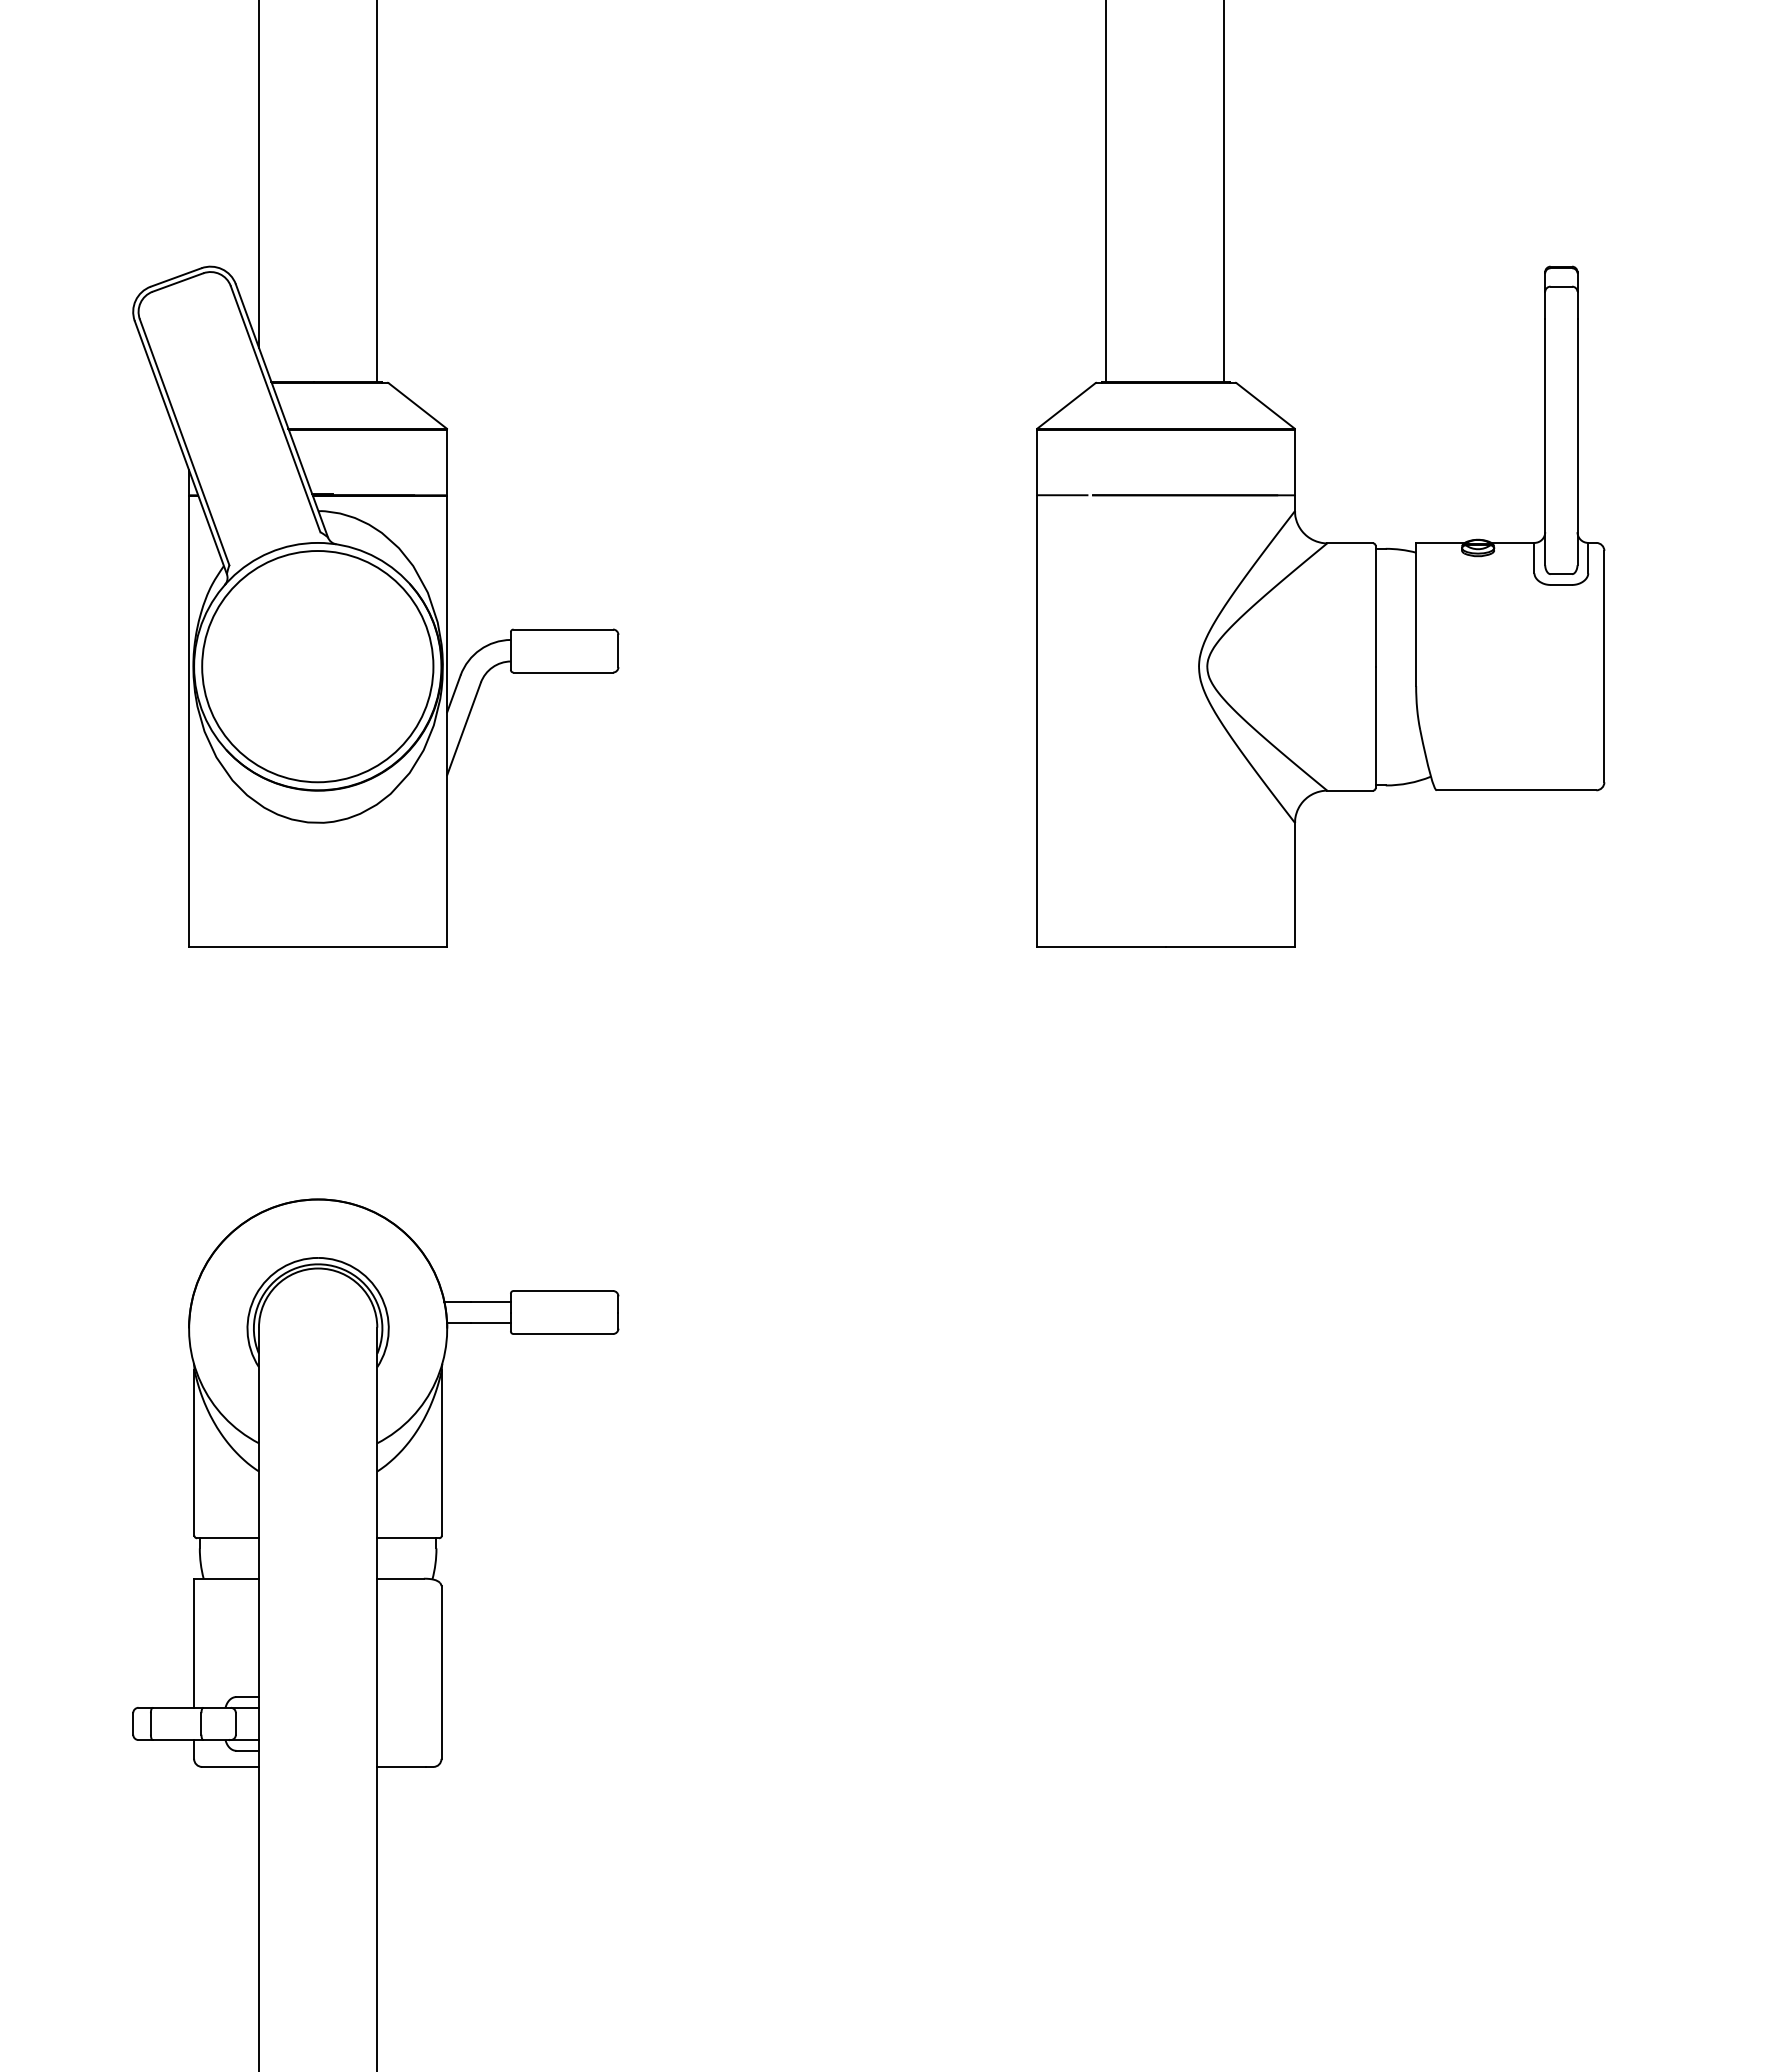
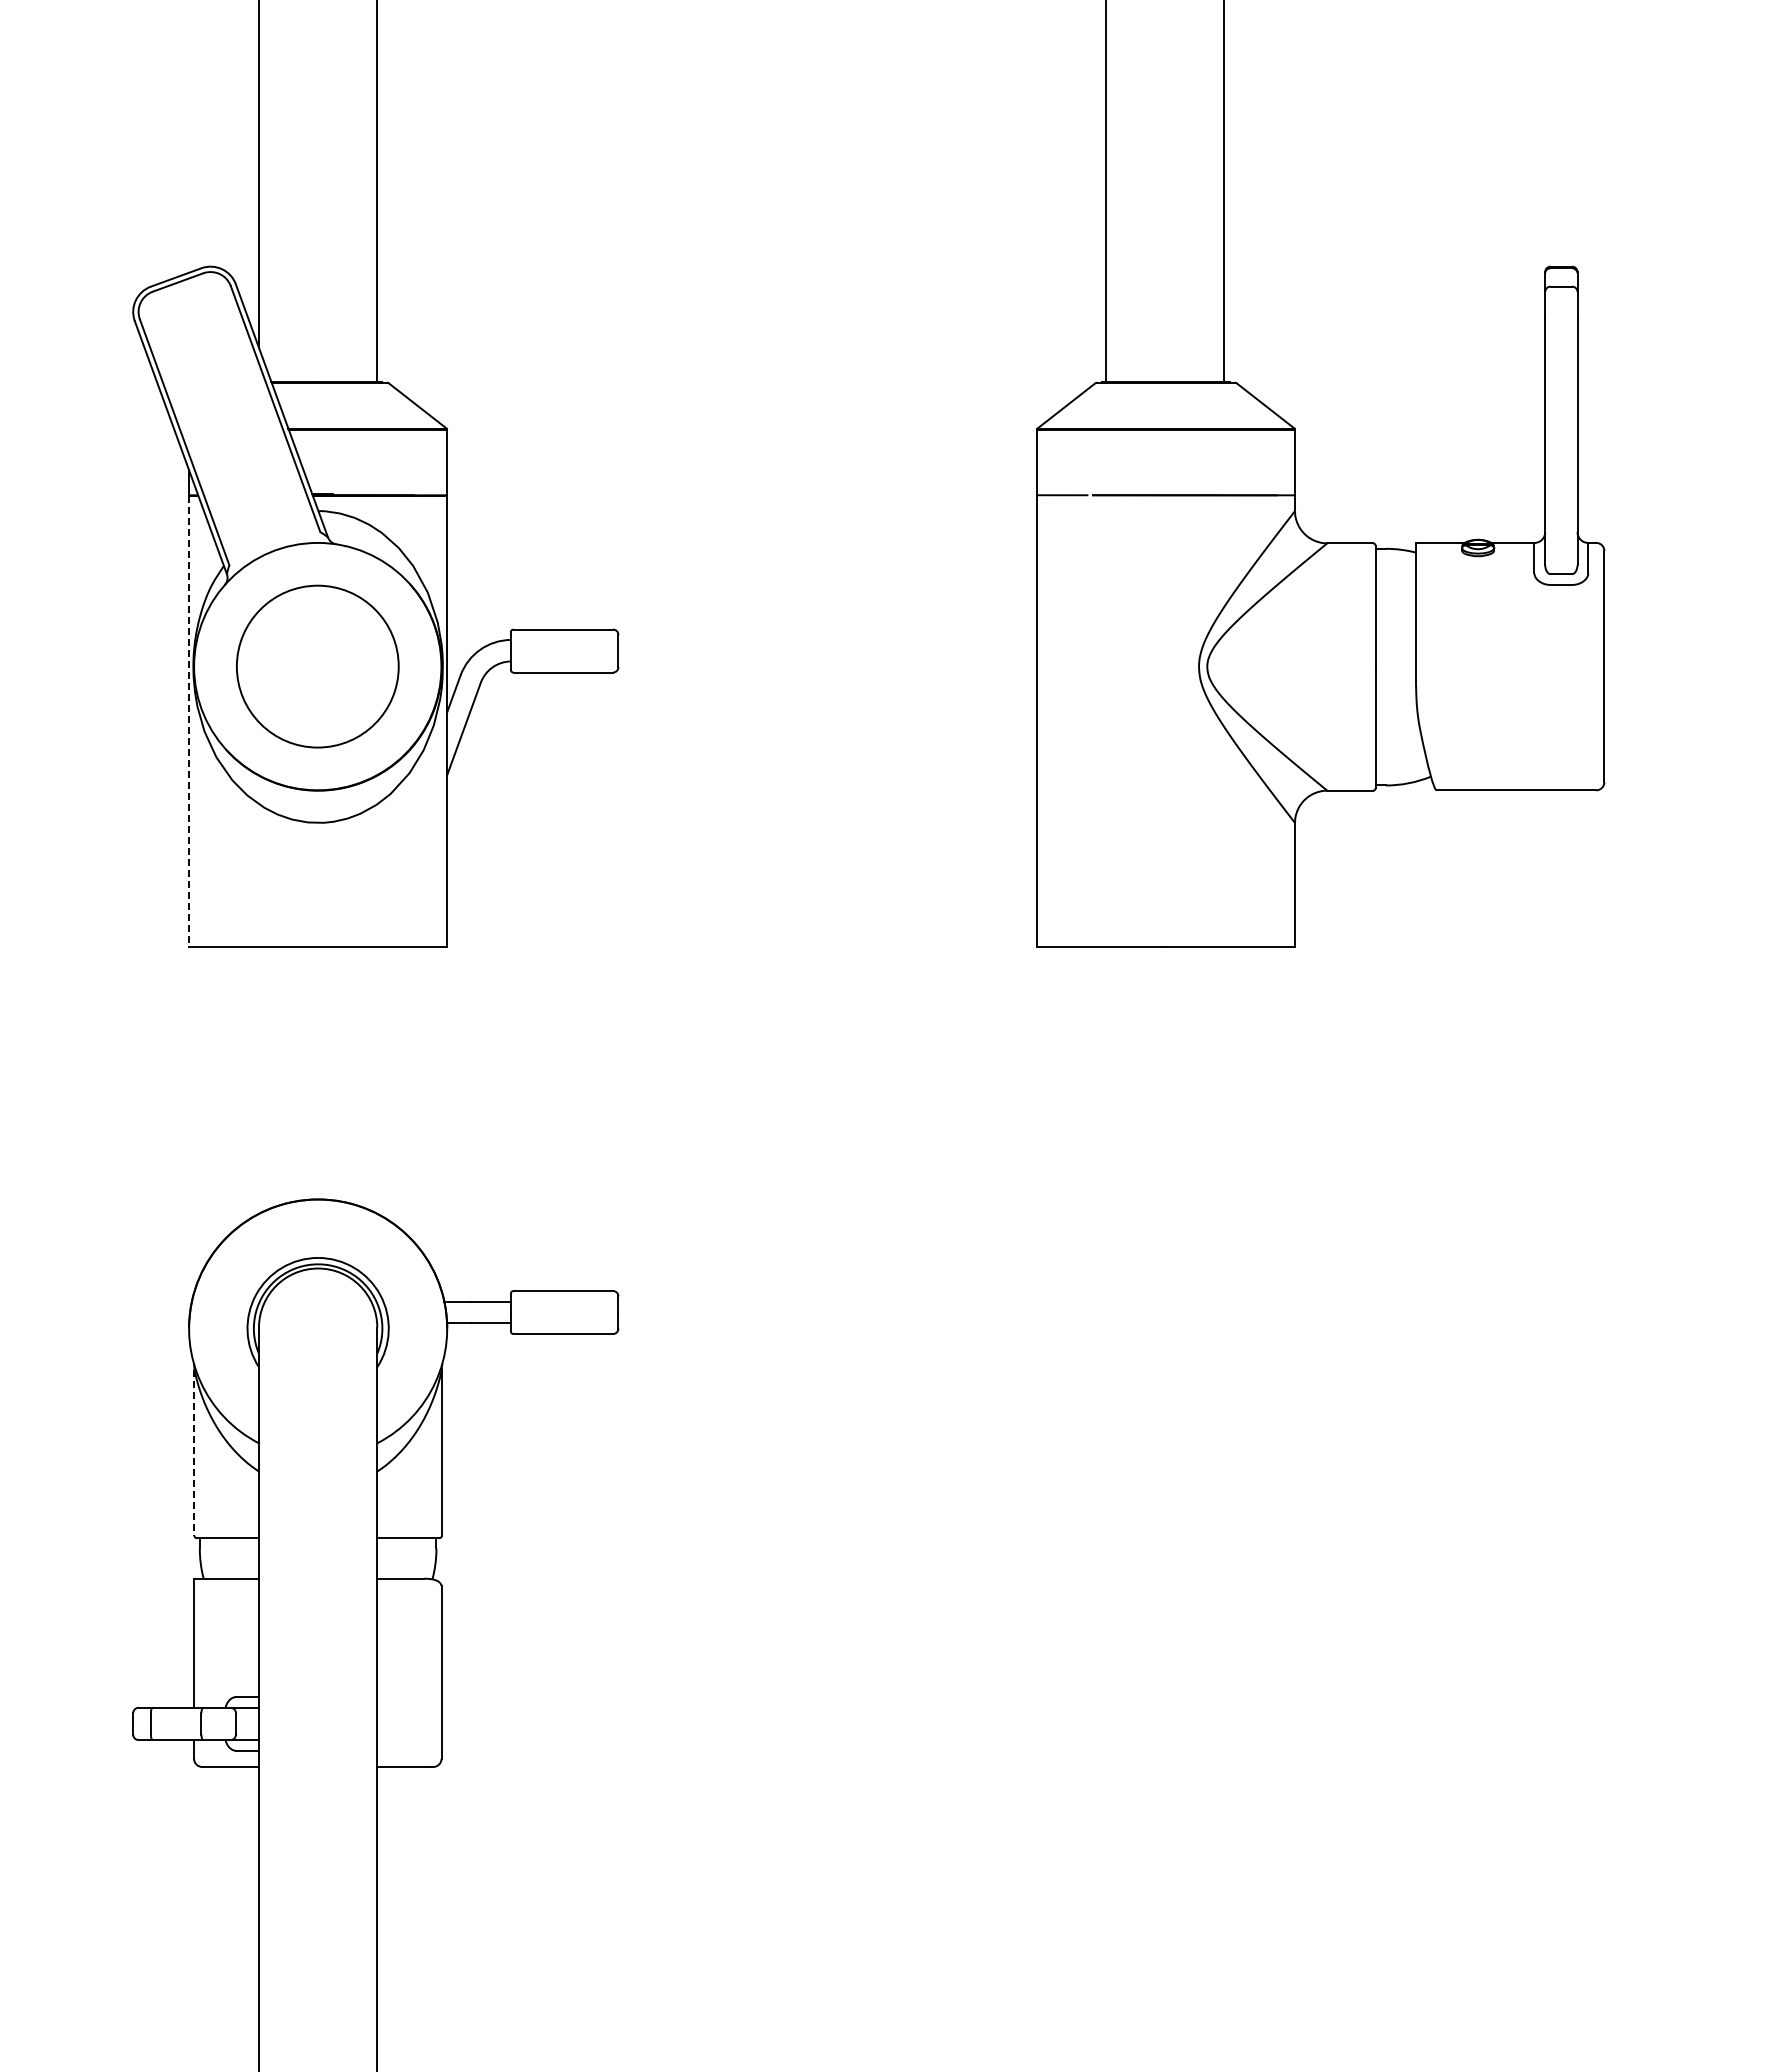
circle at (317, 666) diameter: 231 px -> 162 px
line at (189, 721): solid -> dashed
line at (194, 1452): solid -> dashed
